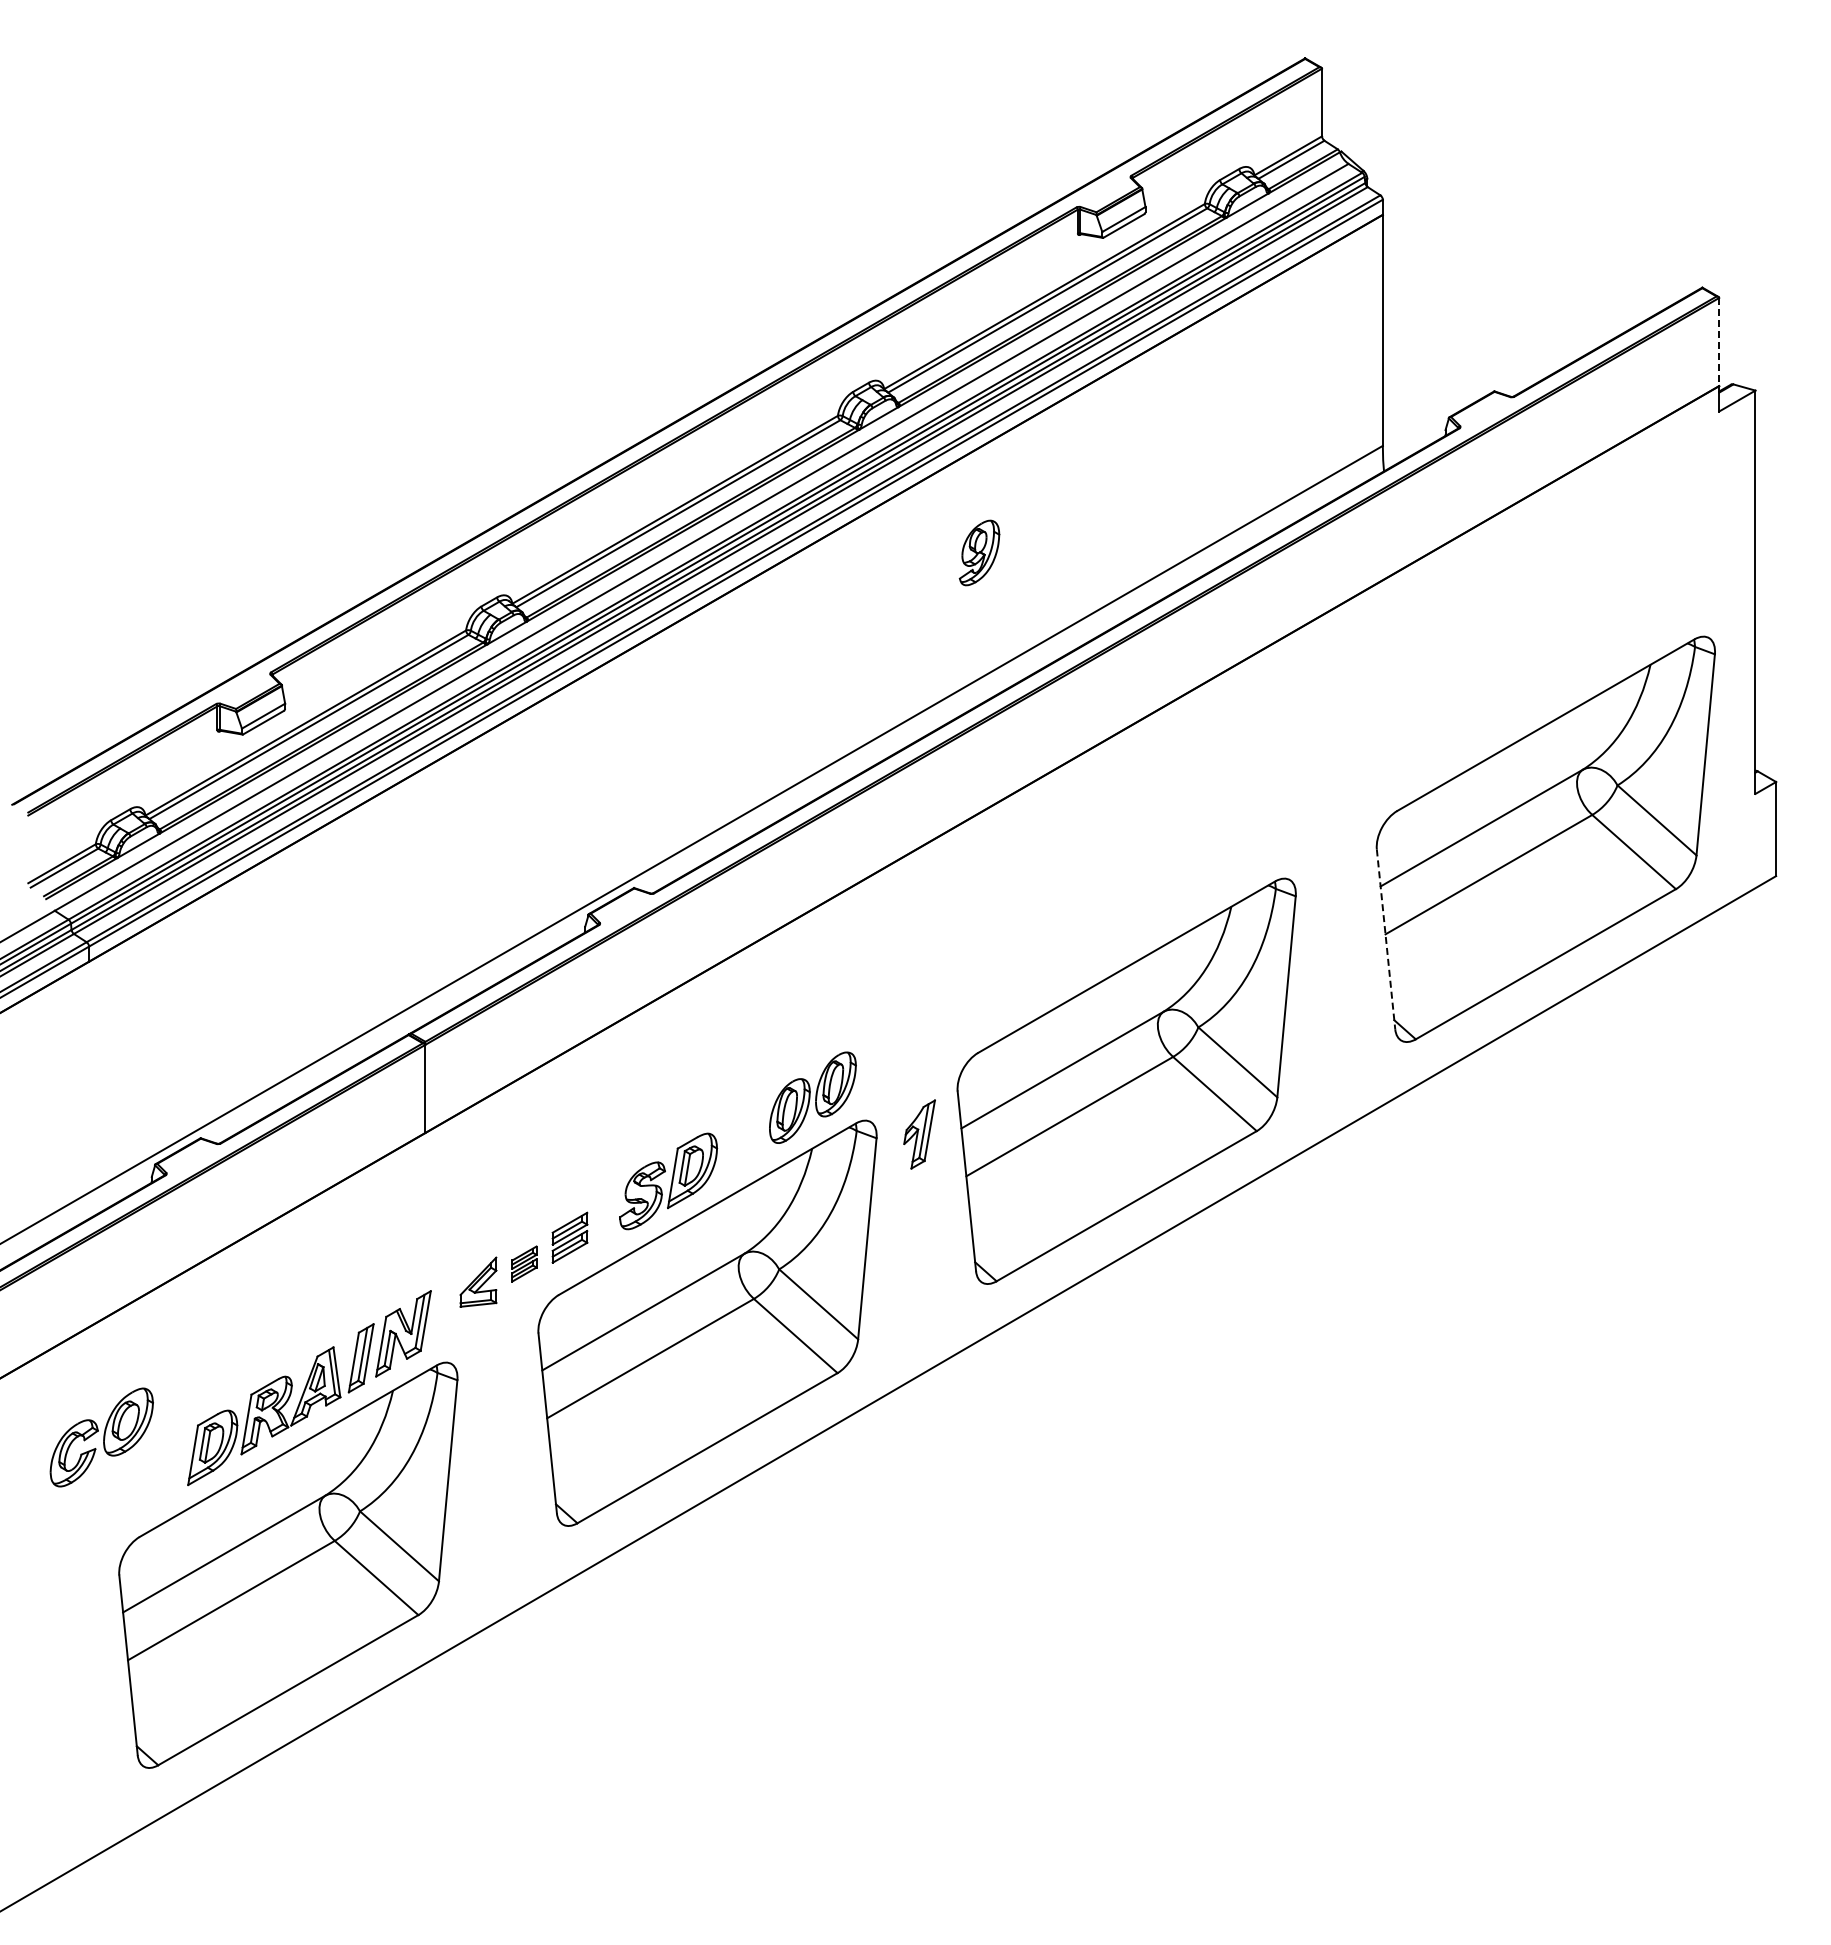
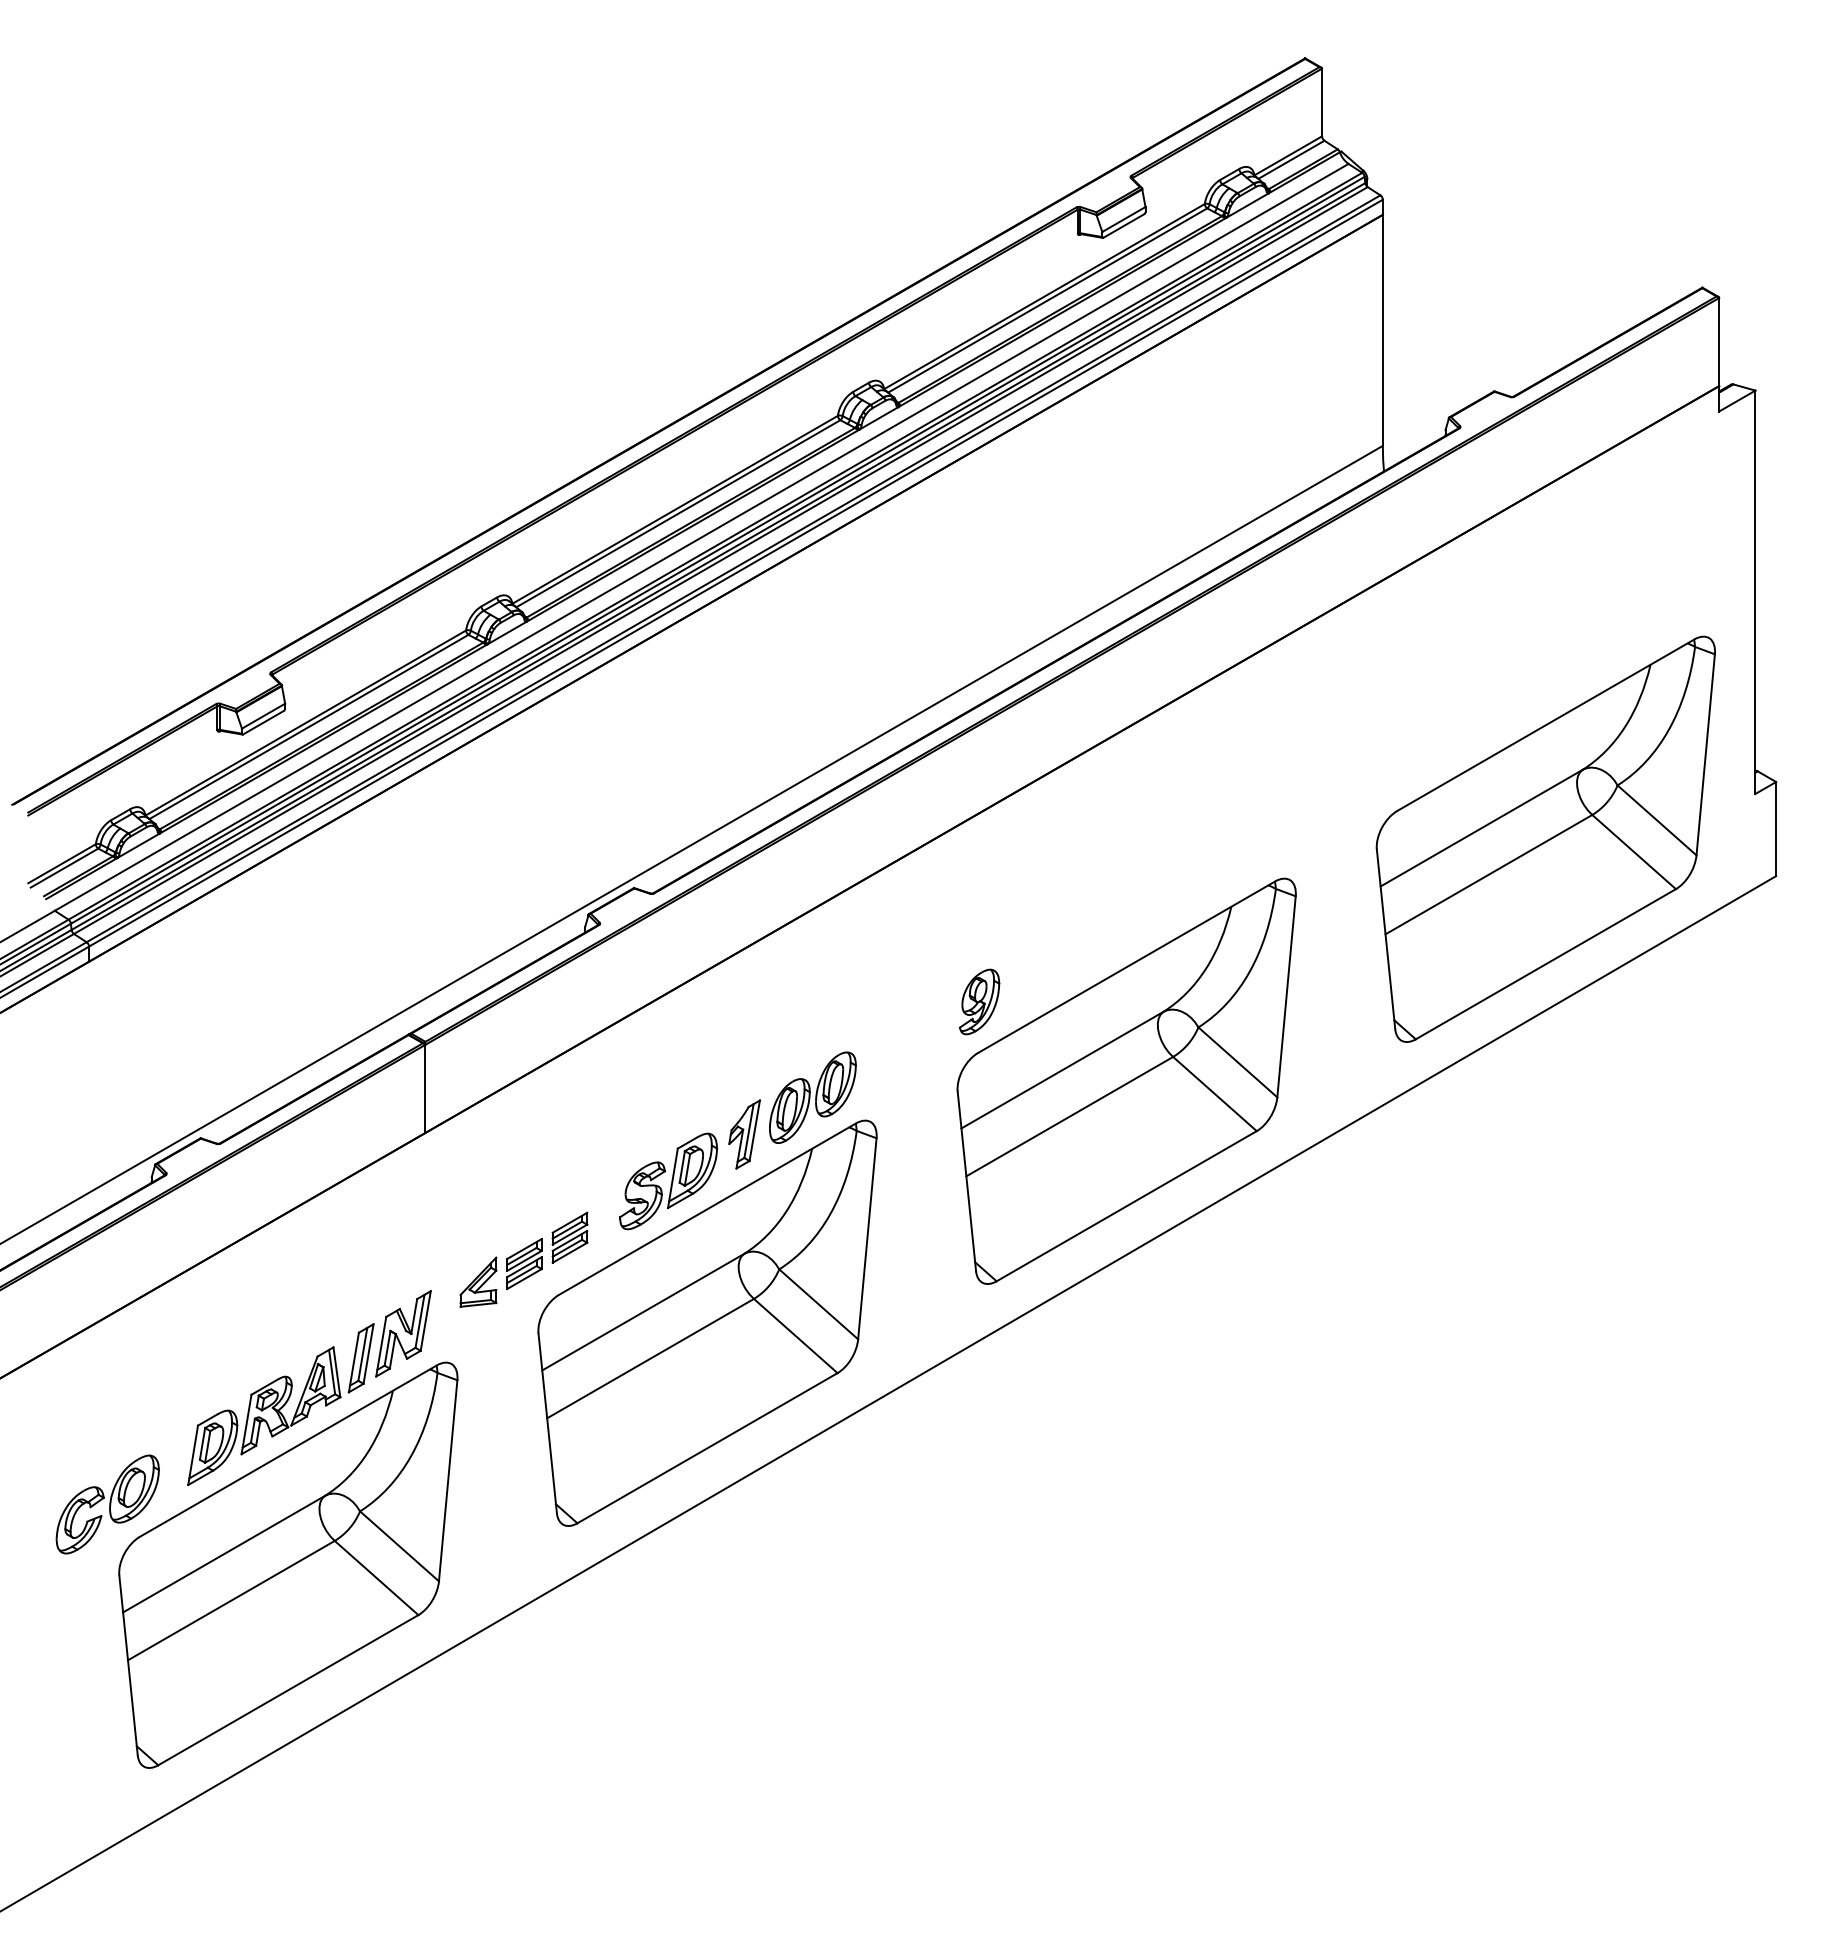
line at (1719, 342): dashed -> solid
part at (979, 552) position: (979, 552) -> (979, 1001)
line at (1386, 939): dashed -> solid
part at (919, 1134) position: (919, 1134) -> (744, 1134)
part at (524, 1263) size: 27x38 px -> 37x52 px
part at (101, 1437) position: (101, 1437) -> (107, 1504)
